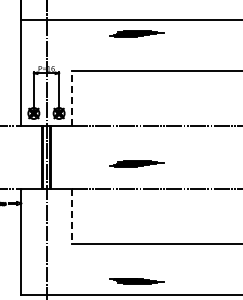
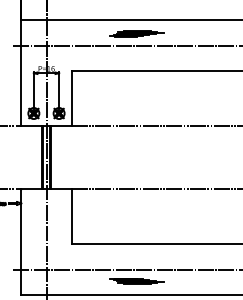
line at (126, 45): none -> present
line at (71, 98): dashed -> solid
part at (136, 163): present -> none
line at (71, 216): dashed -> solid
line at (126, 269): none -> present
